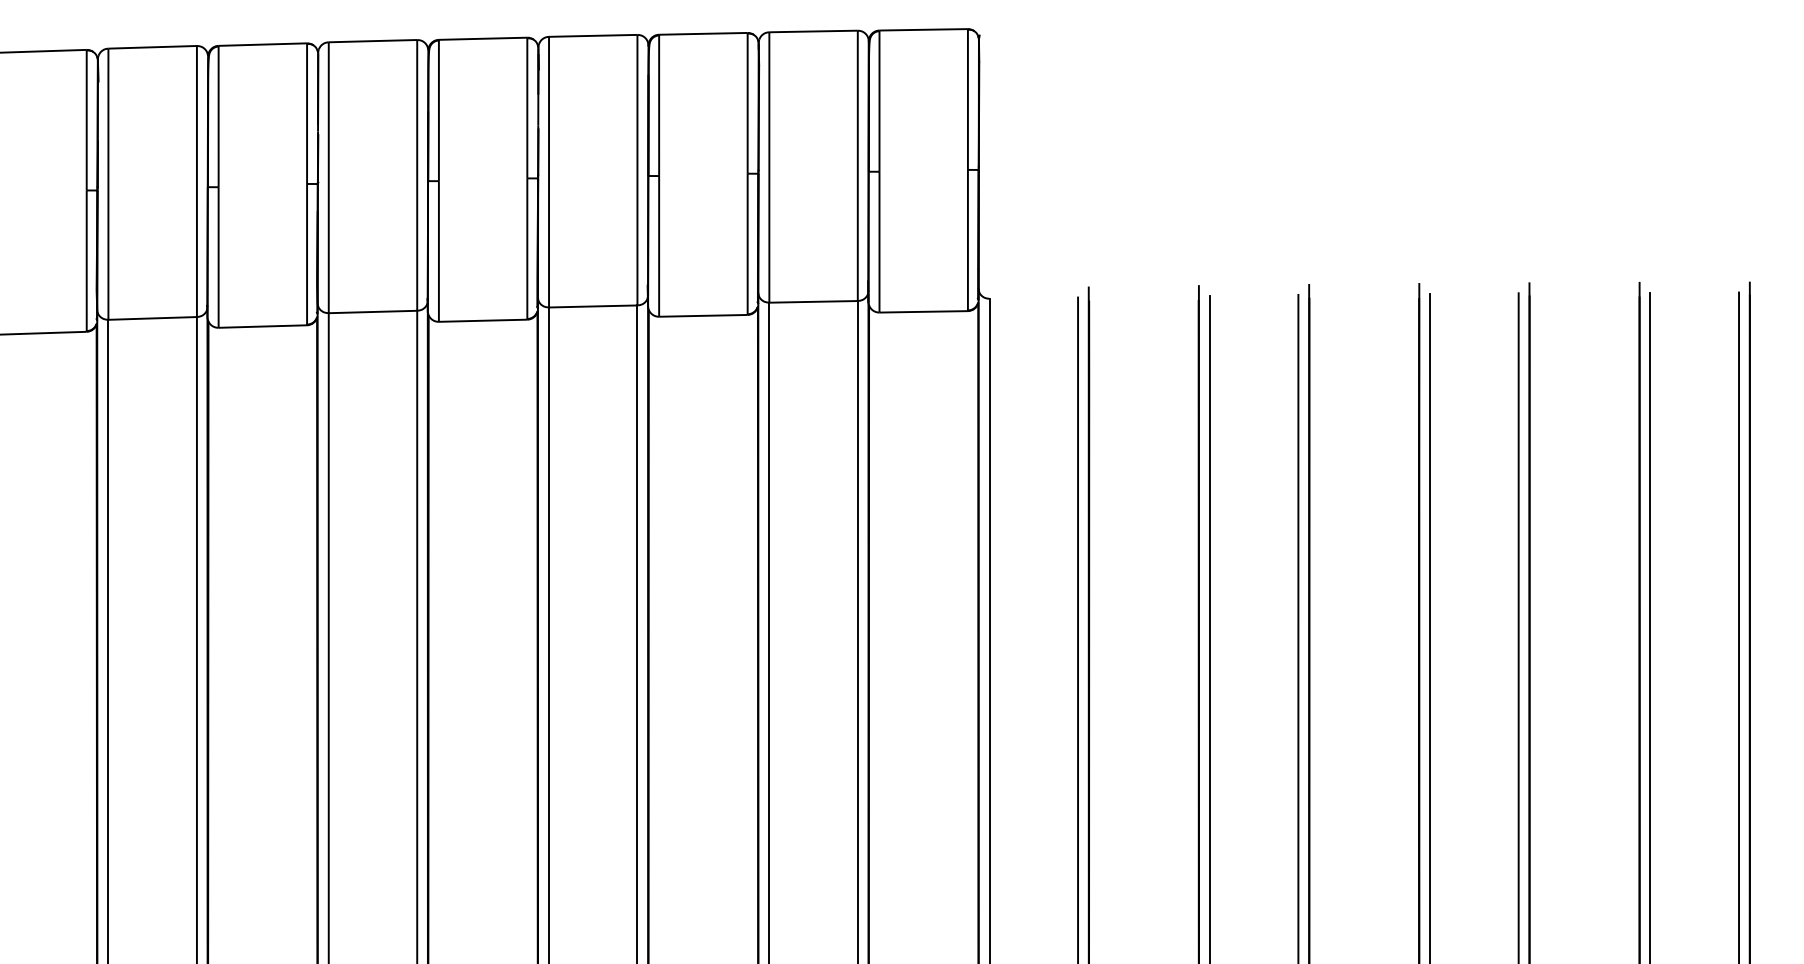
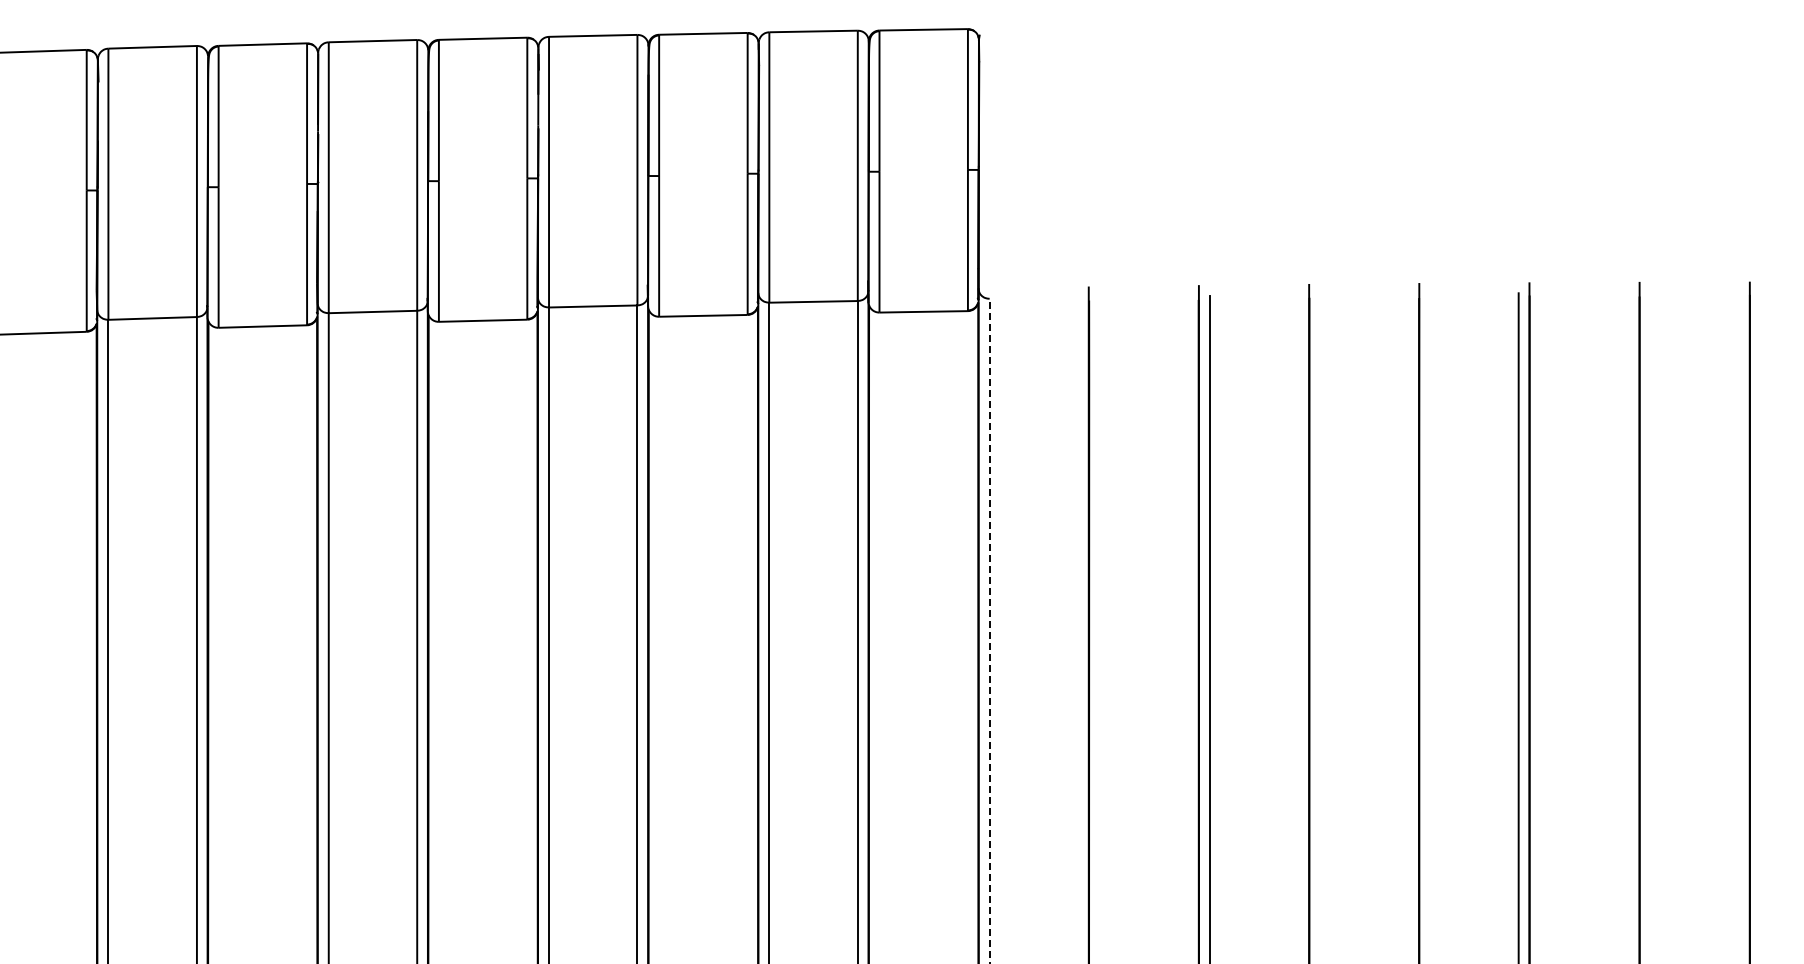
line at (1430, 626): present -> none
line at (1650, 626): present -> none
line at (1739, 626): present -> none
line at (1298, 627): present -> none
line at (1078, 628): present -> none
line at (989, 630): solid -> dashed
